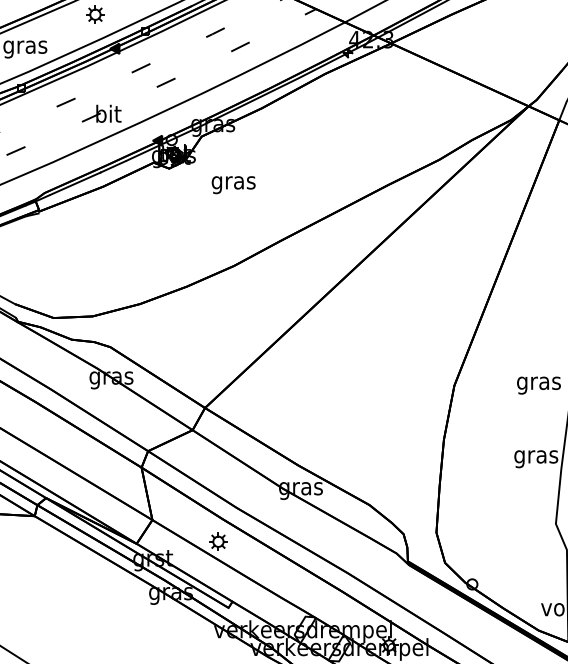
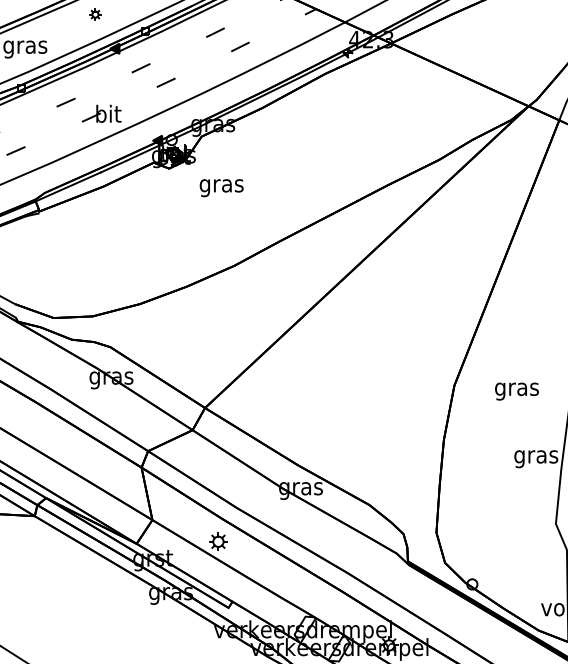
part at (95, 14) size: 19x19 px -> 13x13 px
text at (233, 185) position: (233, 185) -> (221, 188)
text at (538, 385) position: (538, 385) -> (516, 391)
